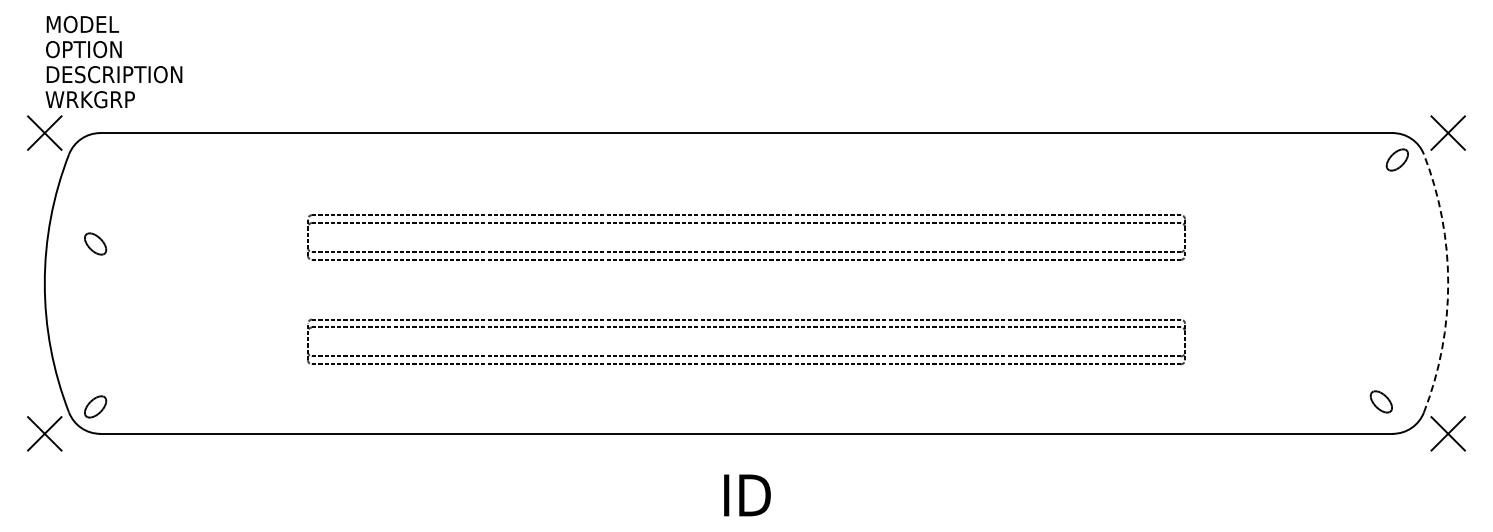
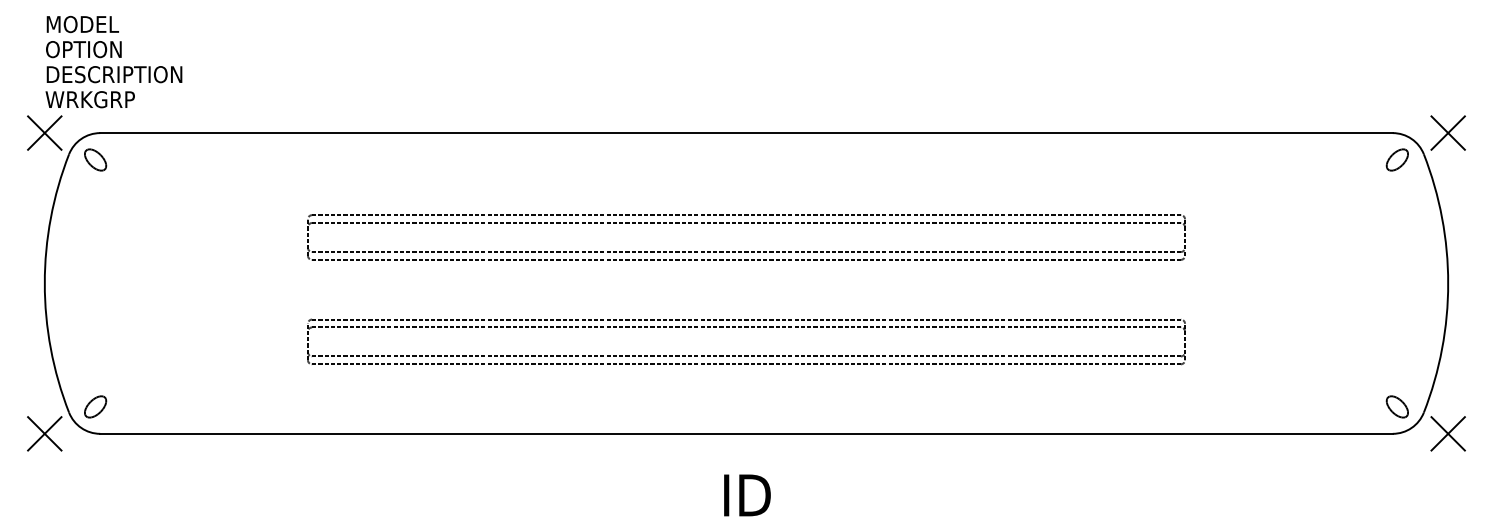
part at (95, 243) position: (95, 243) -> (95, 159)
arc at (1448, 283): dashed -> solid
part at (1380, 401) position: (1380, 401) -> (1396, 406)
